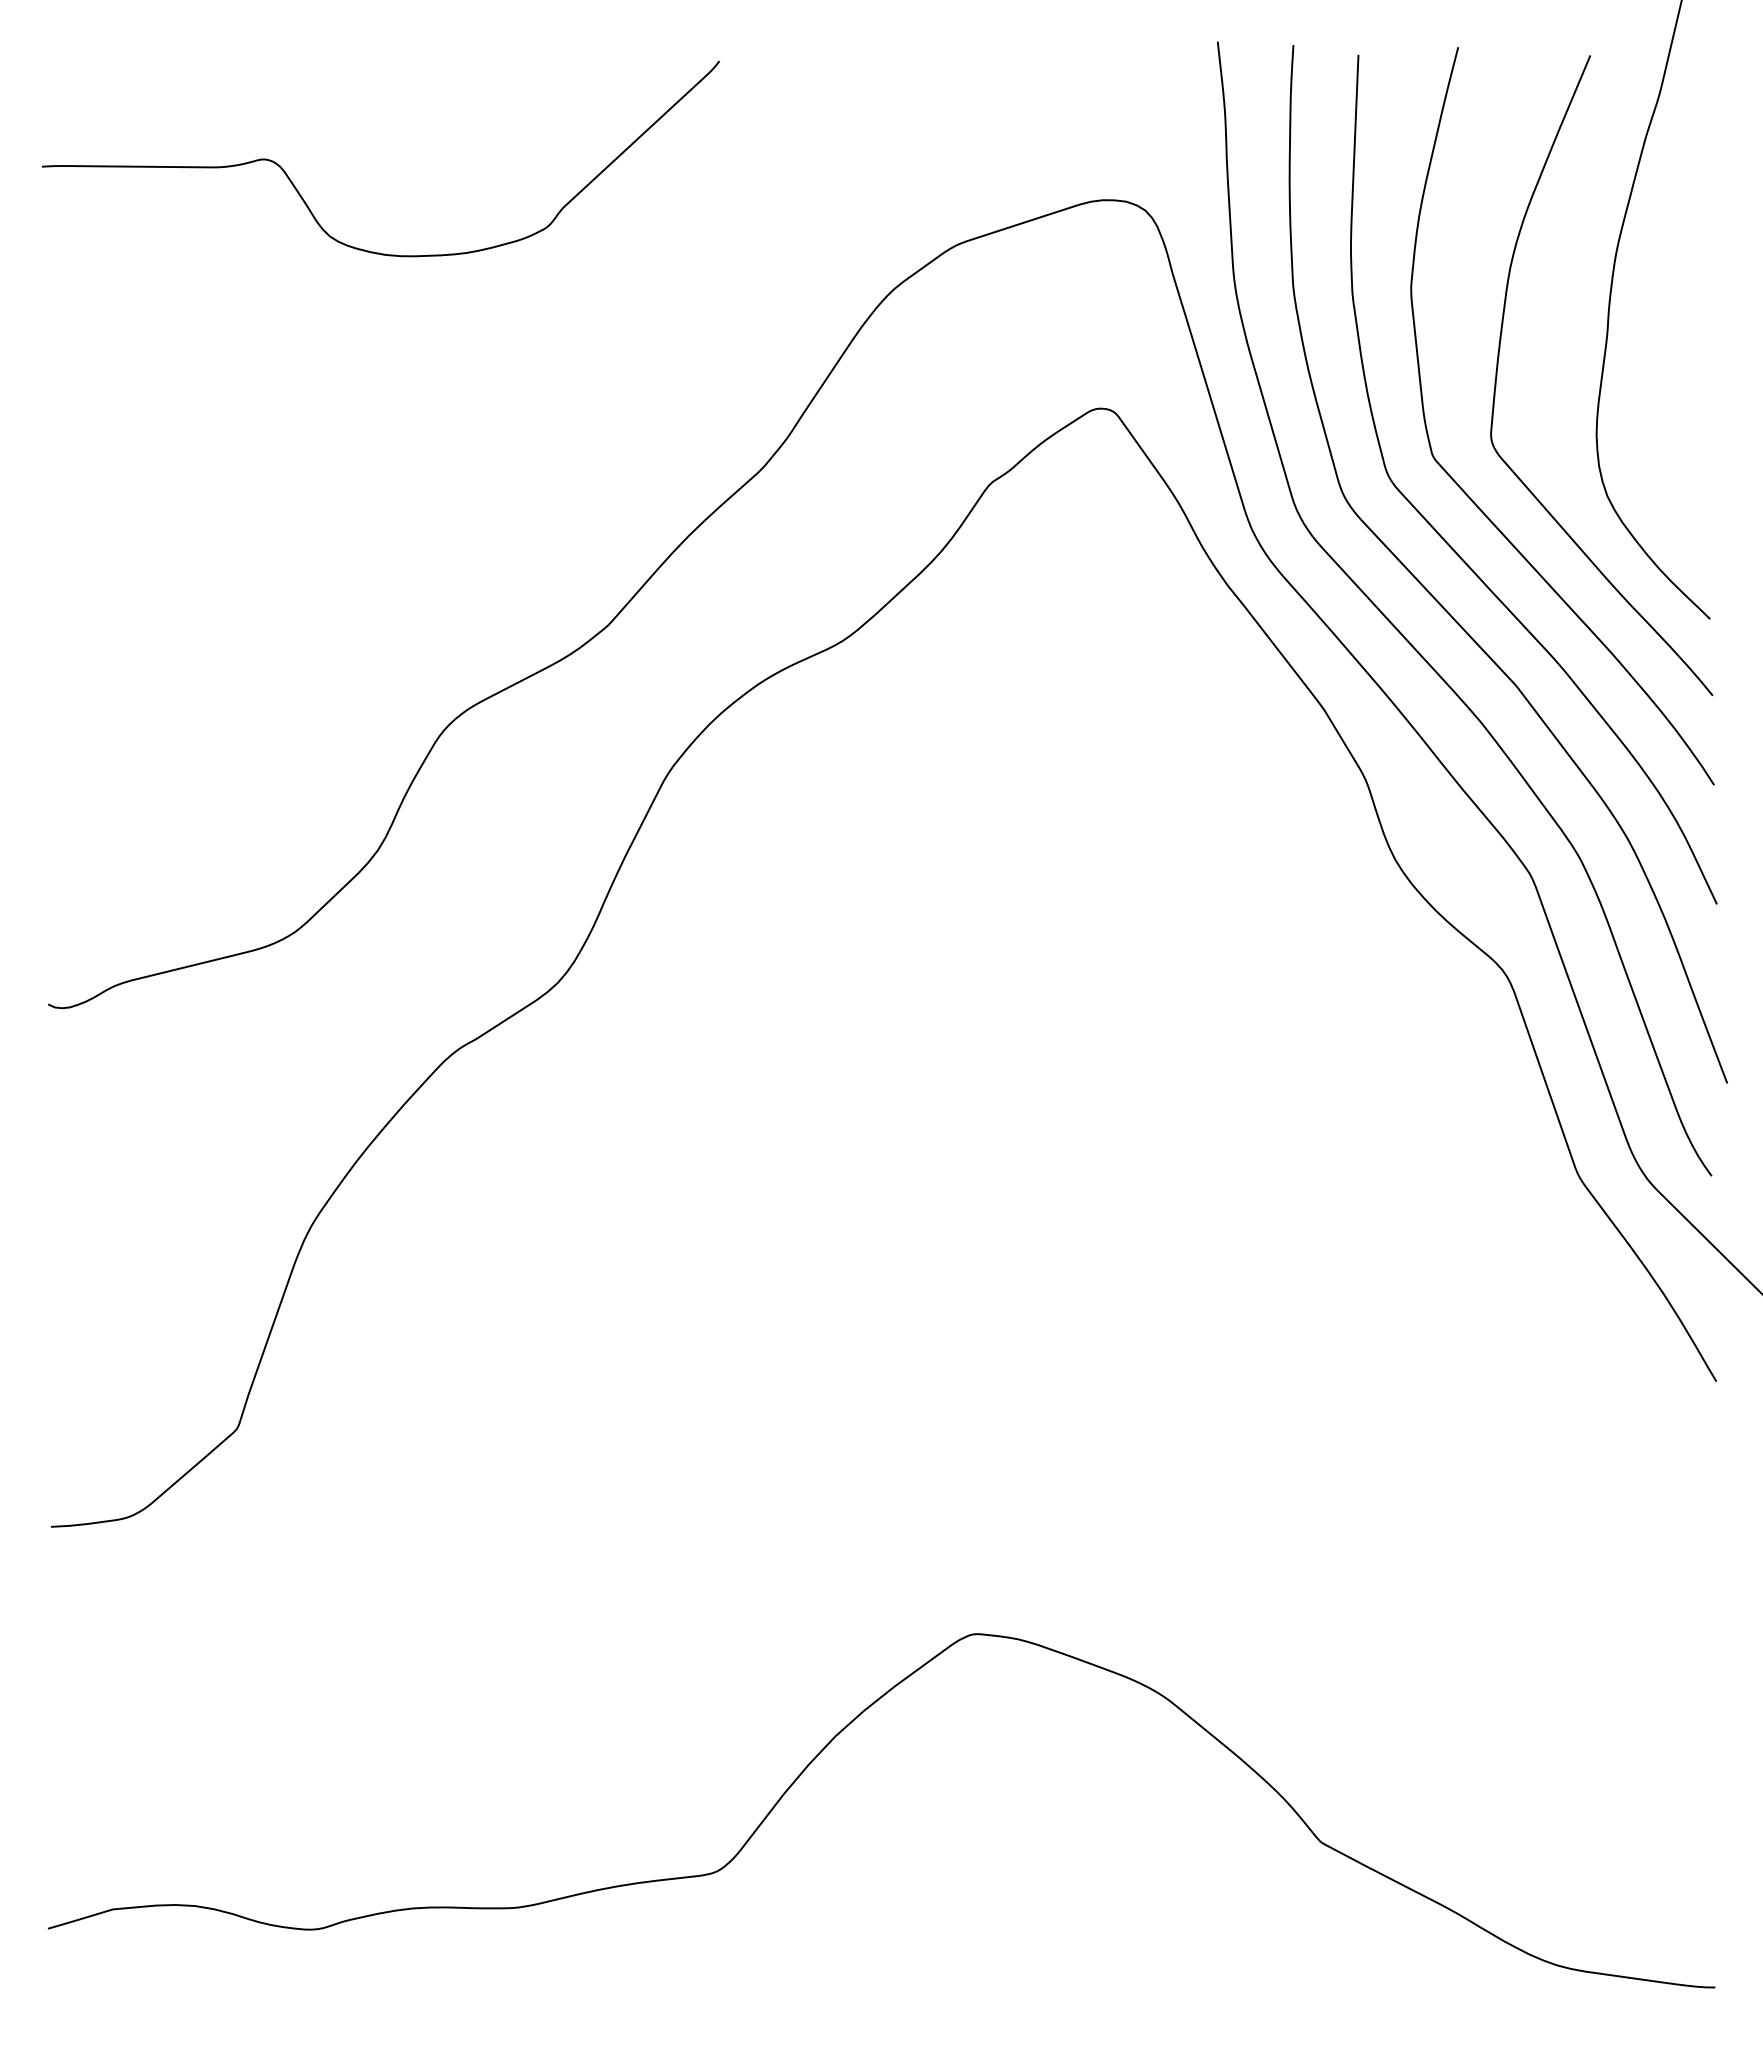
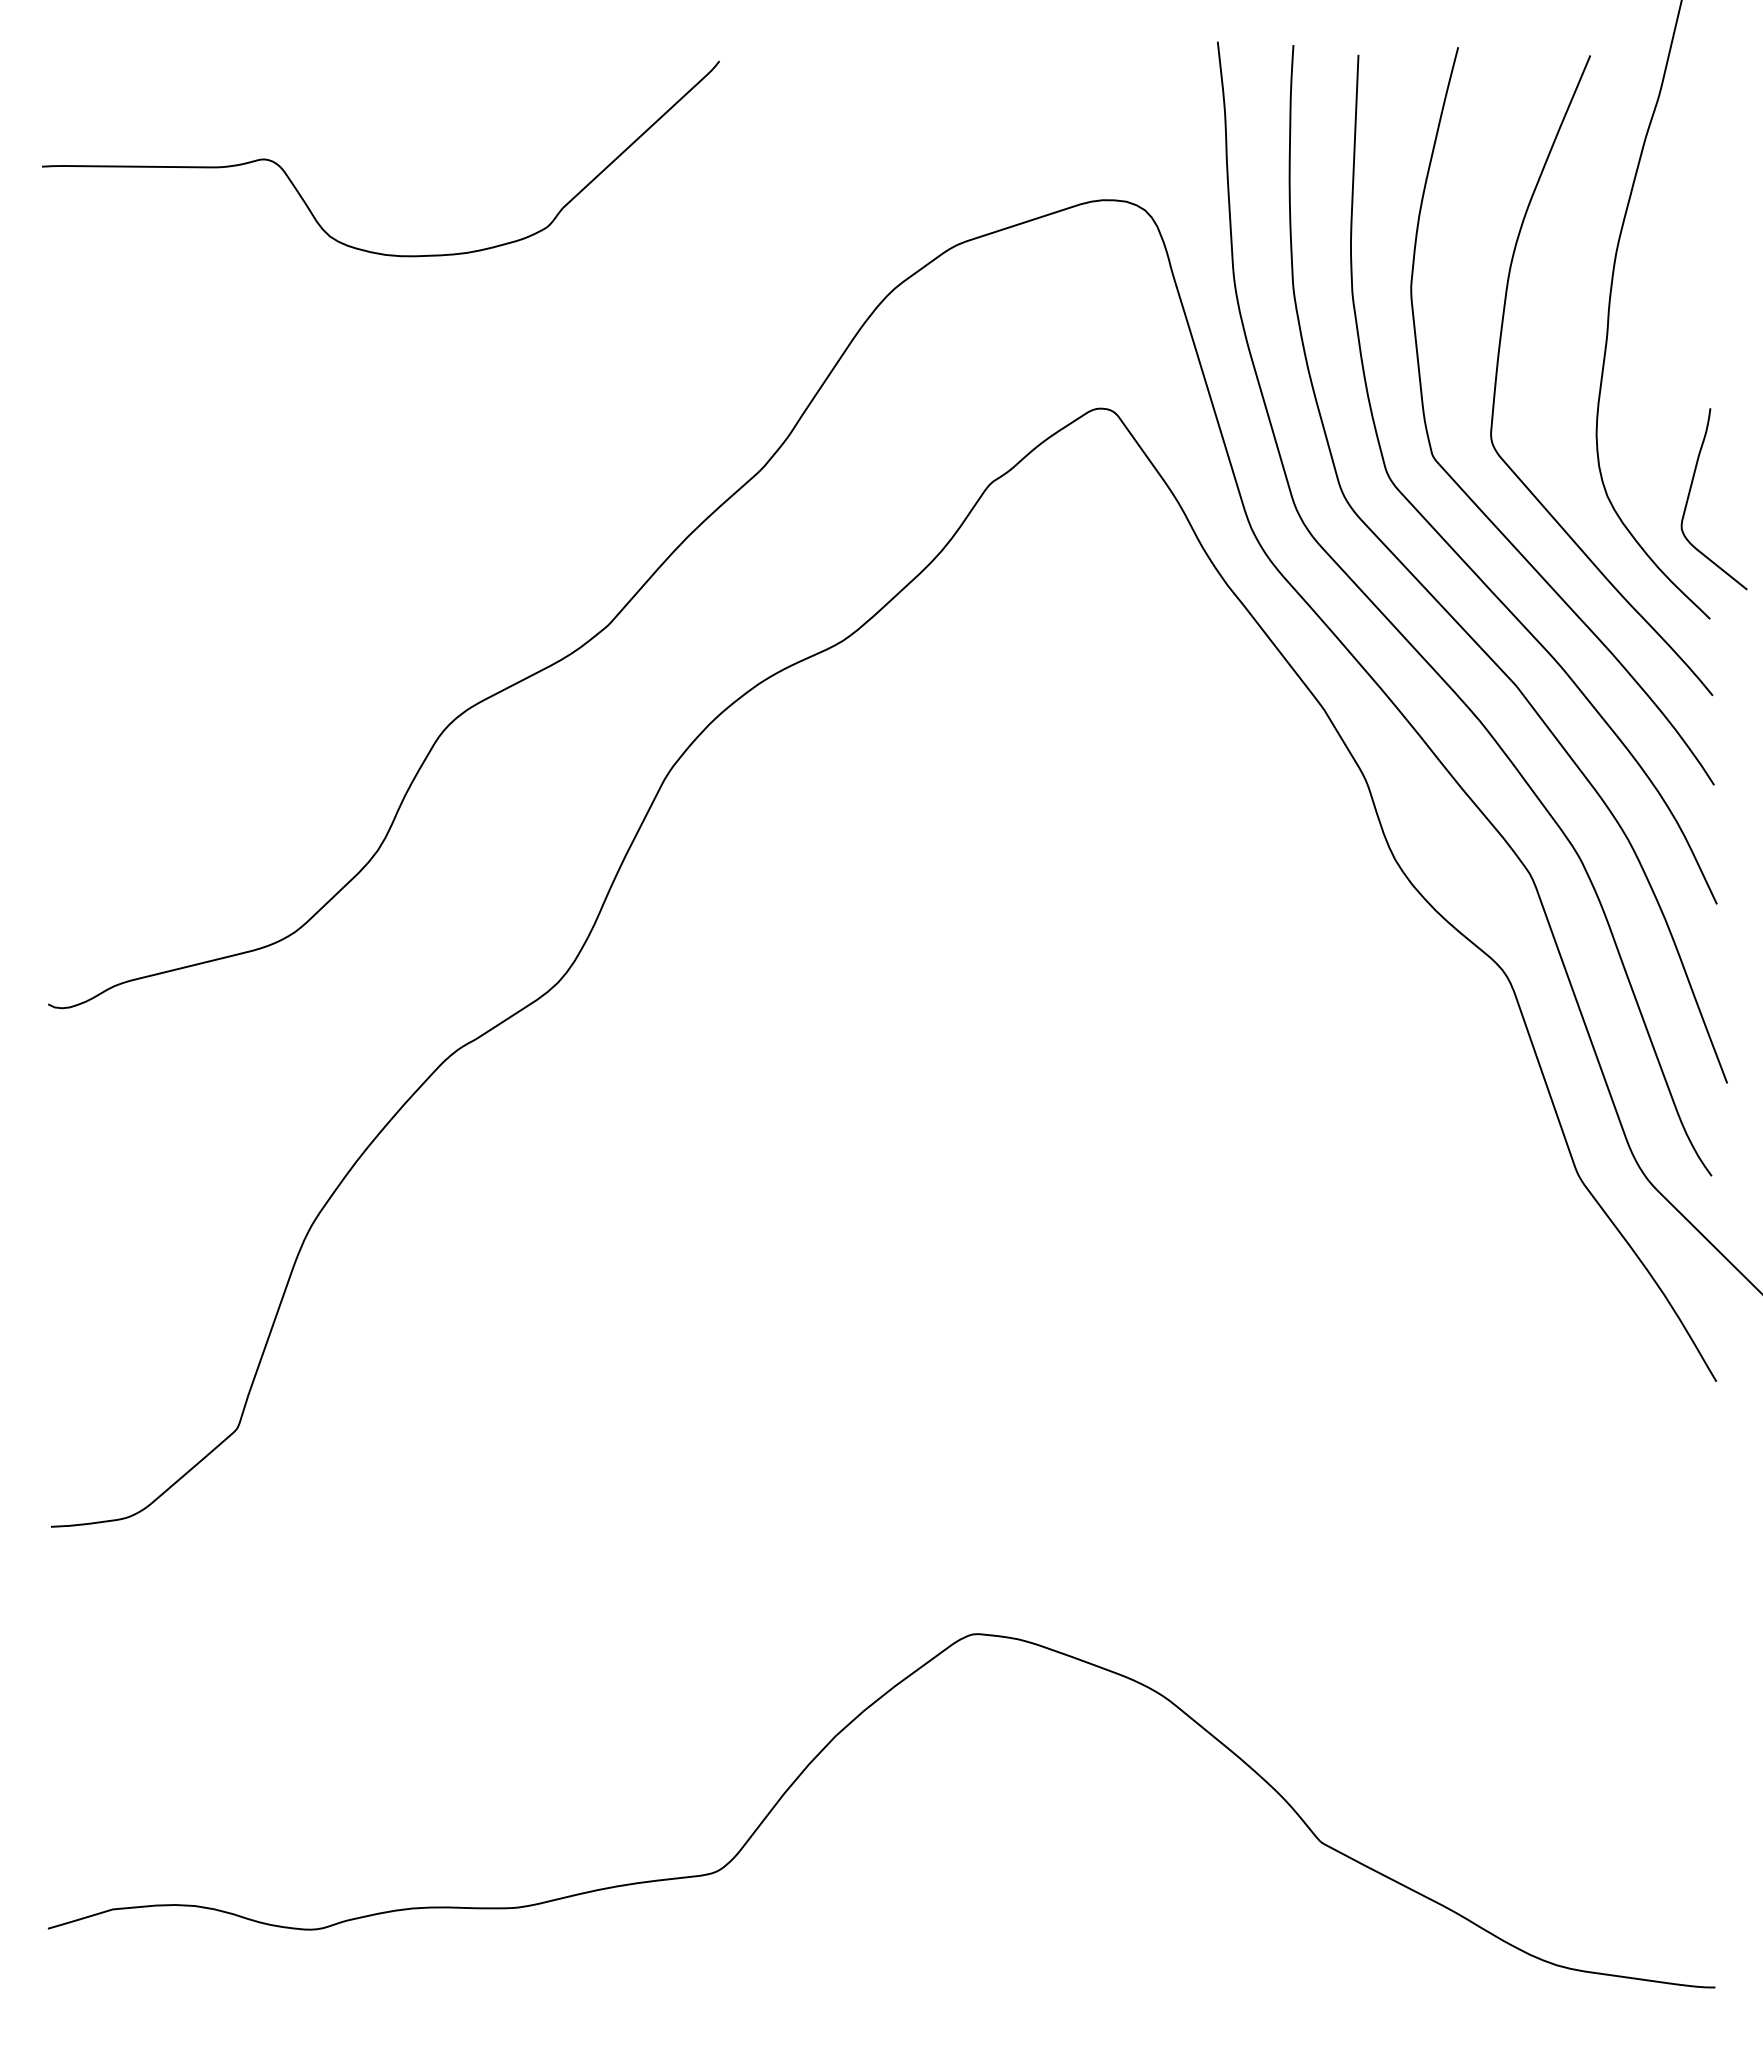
curve at (1690, 493): none -> present
